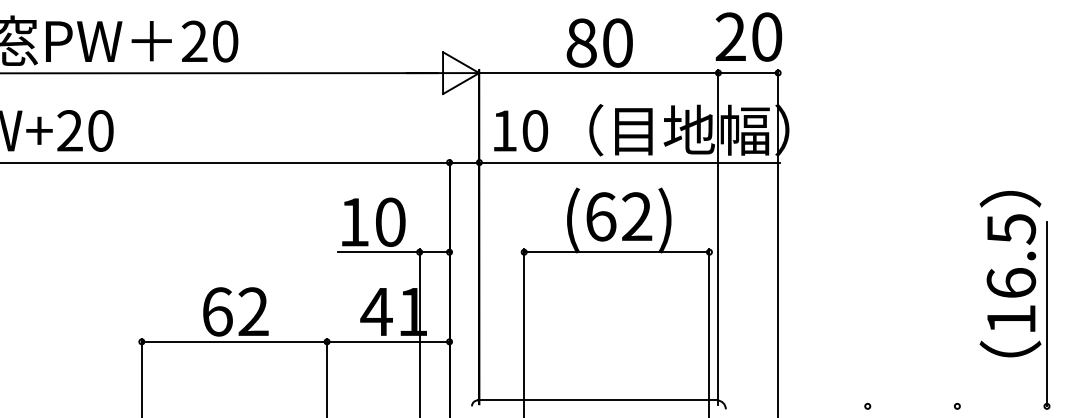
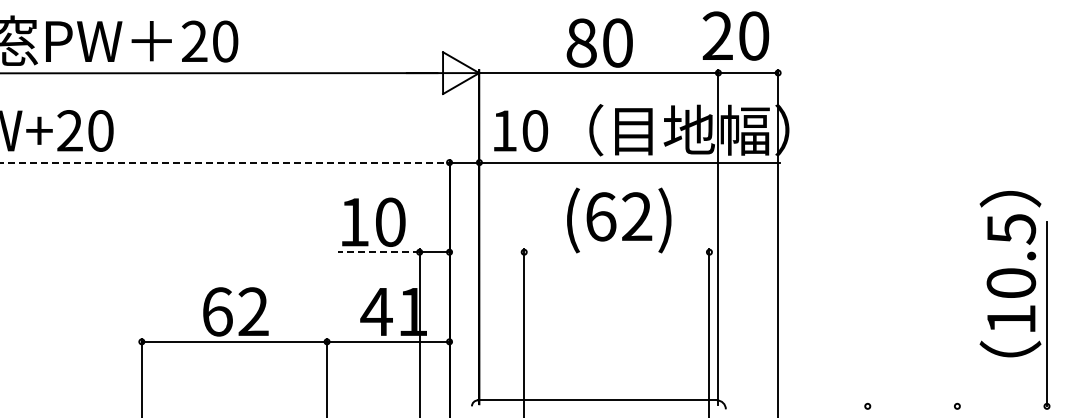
text at (748, 36) position: (748, 36) -> (735, 35)
line at (225, 162): solid -> dashed
line at (378, 252): solid -> dashed
line at (616, 252): present -> none
text at (1011, 282): 16.5 -> 10.5
